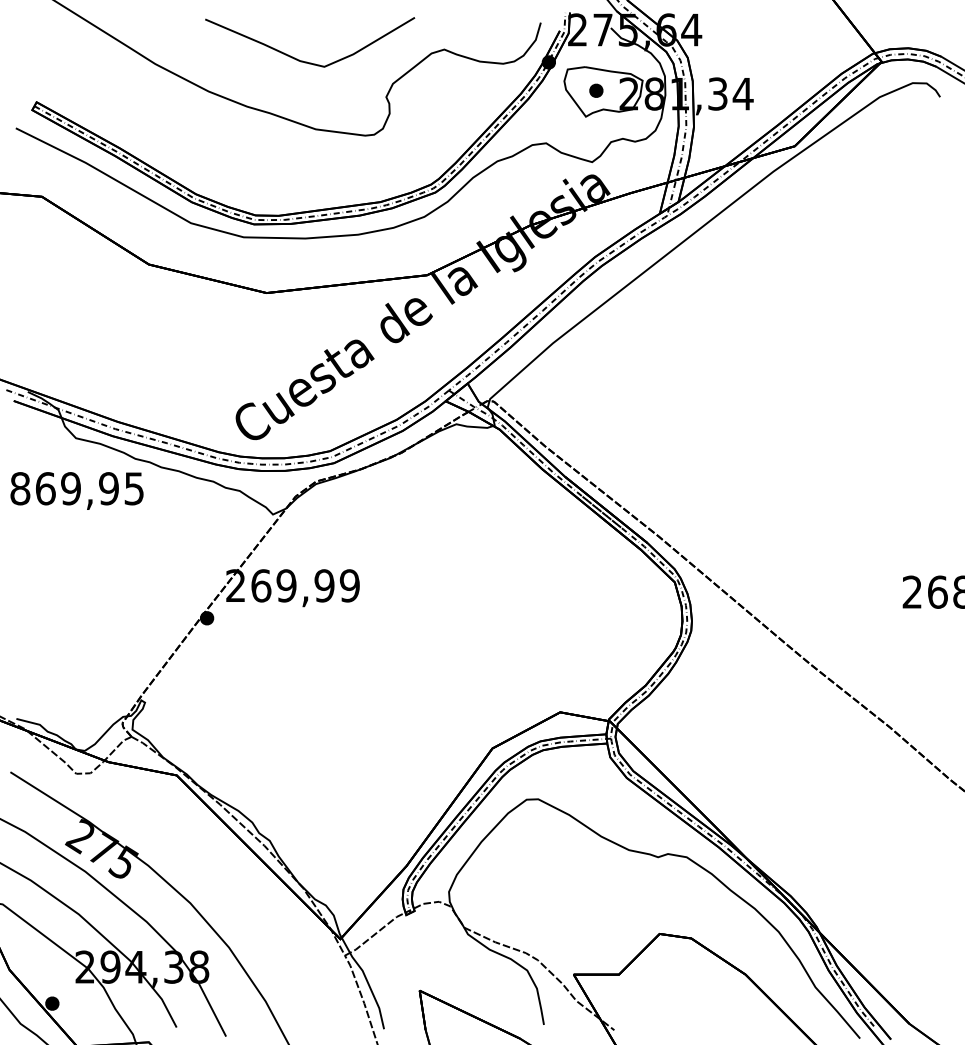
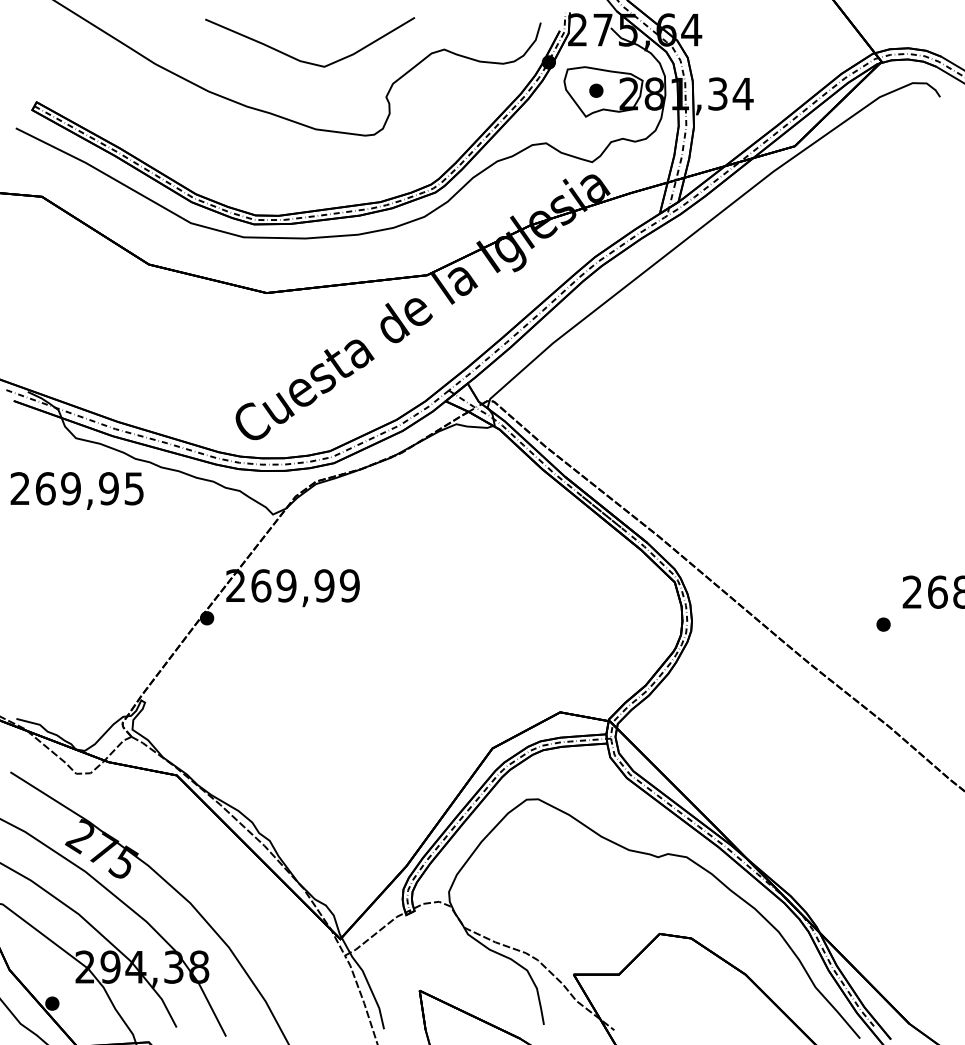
text at (20, 488): 869,95 -> 269,95
part at (883, 624): none -> present
